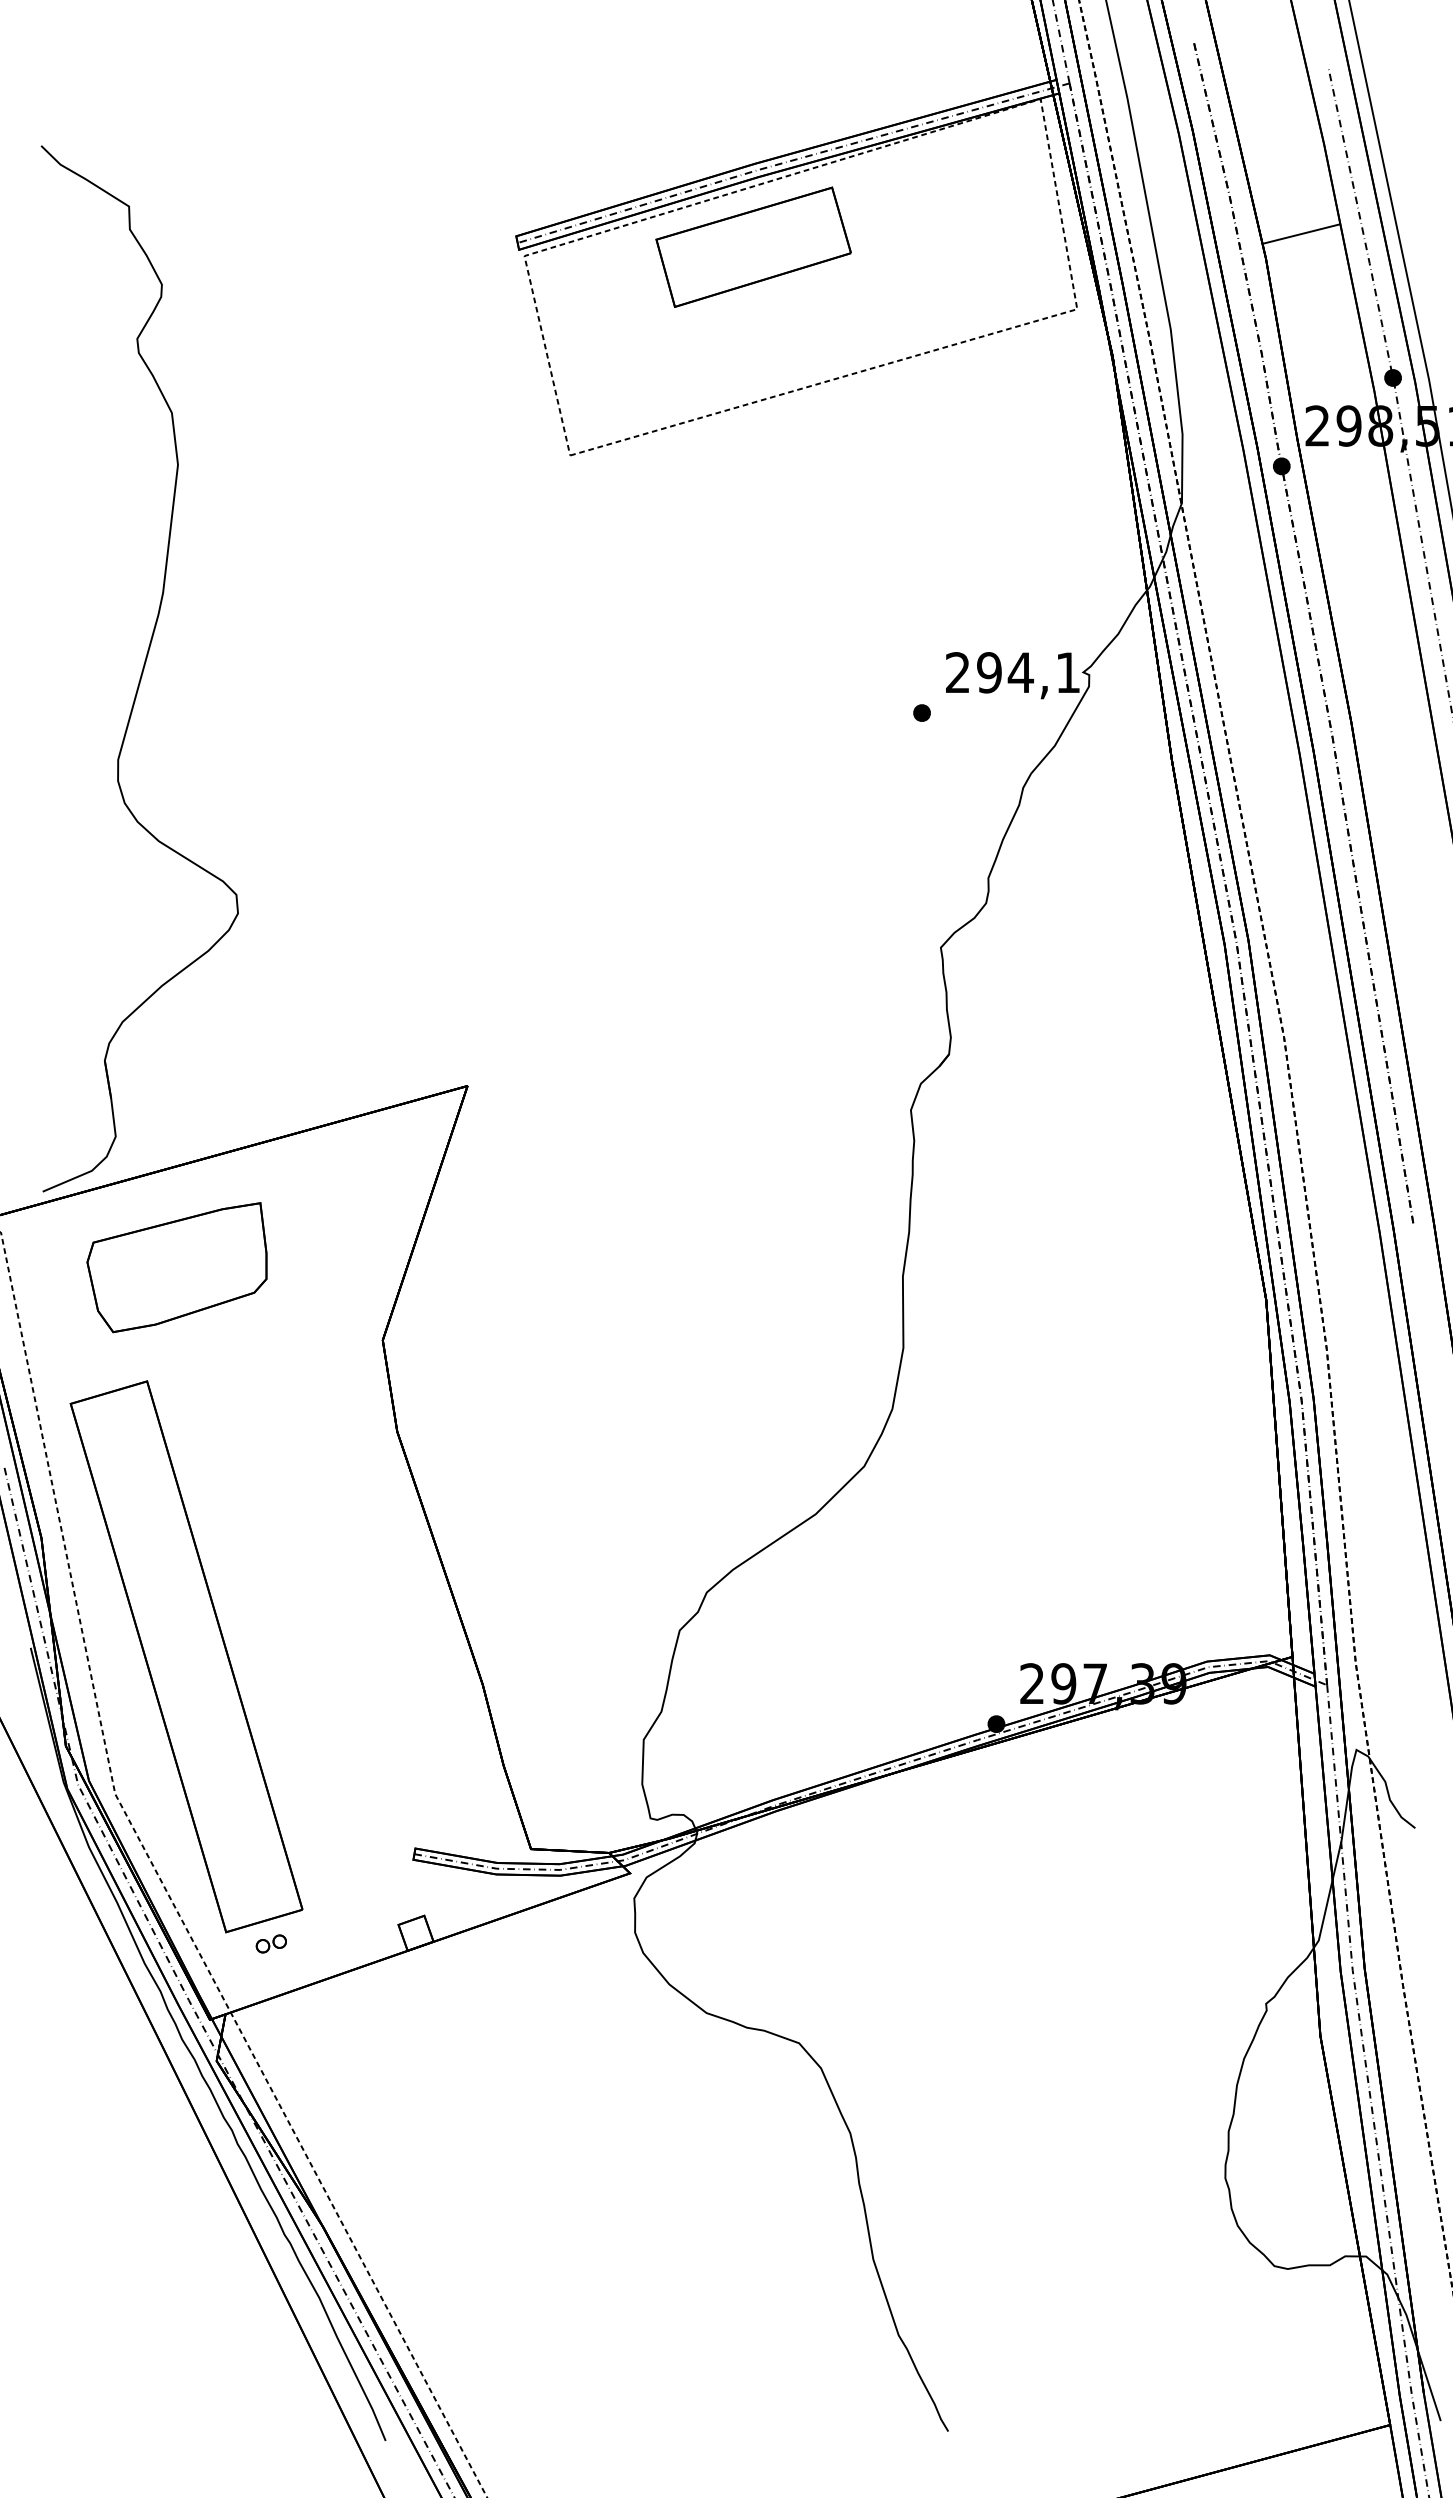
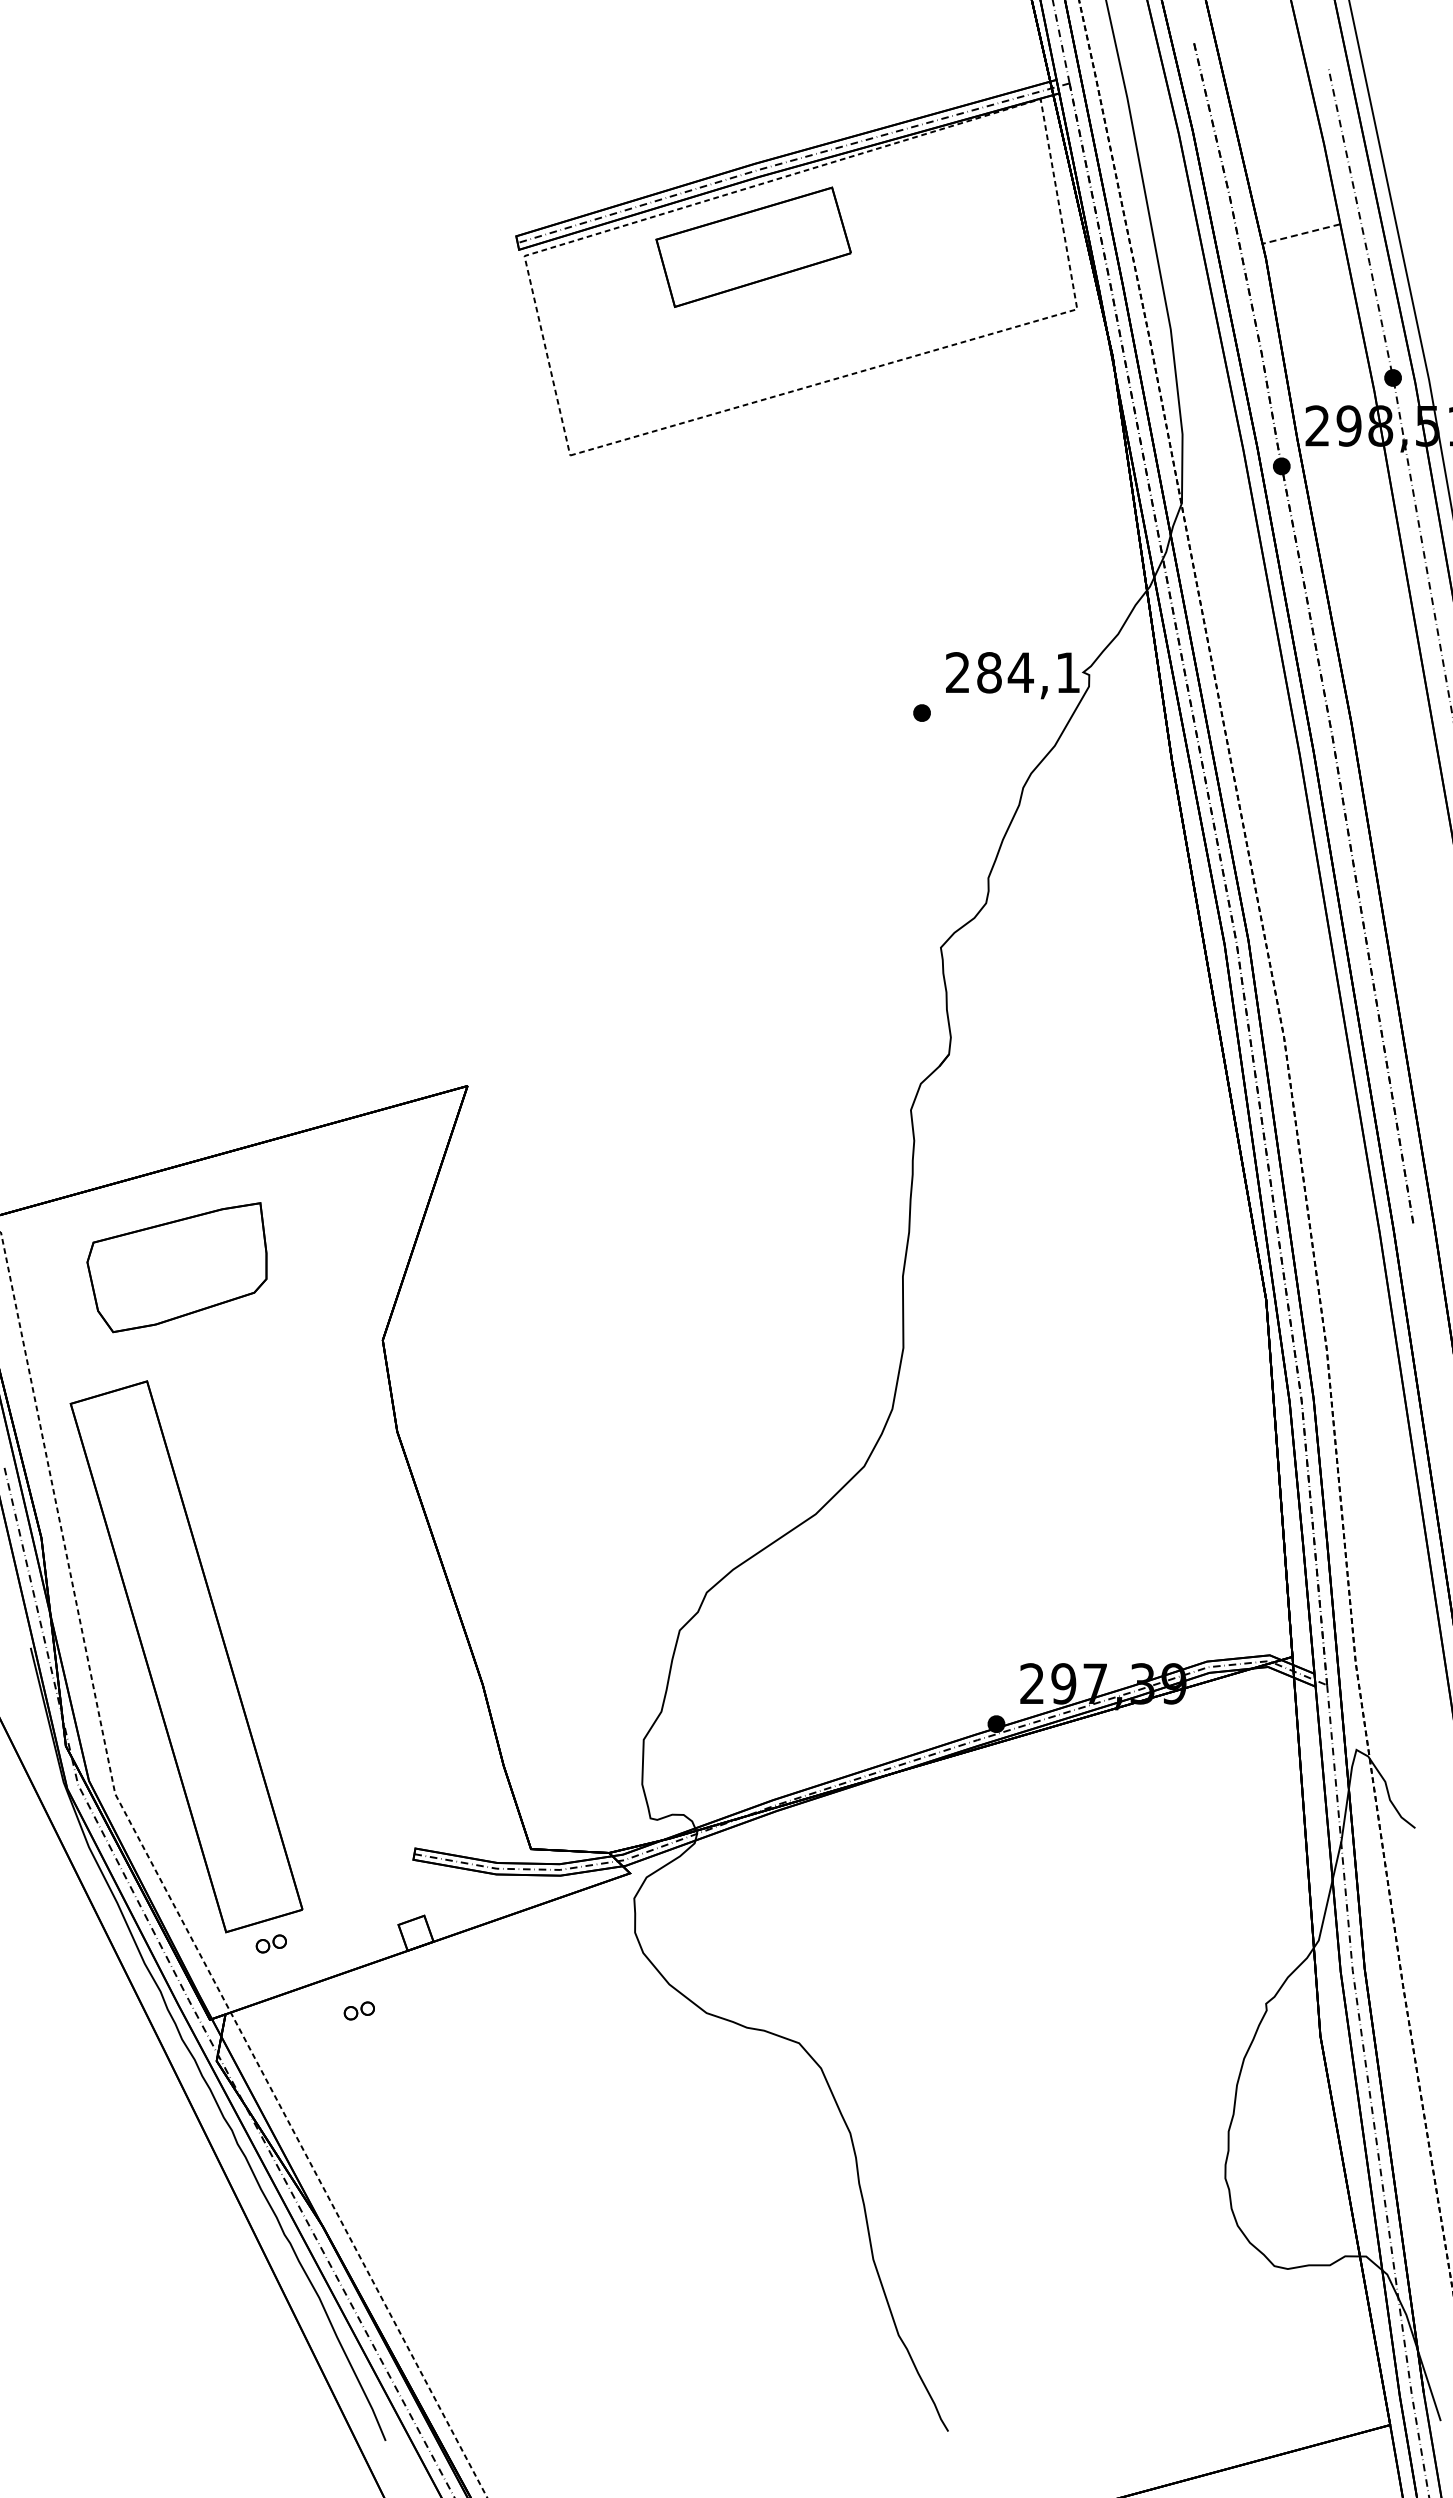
line at (1300, 234): solid -> dashed
part at (139, 668): present -> none
text at (989, 672): 294,1 -> 284,1
part at (358, 2010): none -> present
